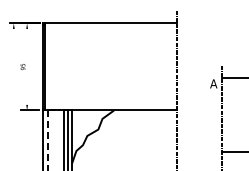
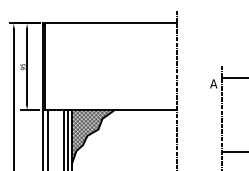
line at (27, 66): none -> present
line at (13, 97): none -> present
hatch at (92, 135): none -> present
line at (47, 140): dashed -> solid
